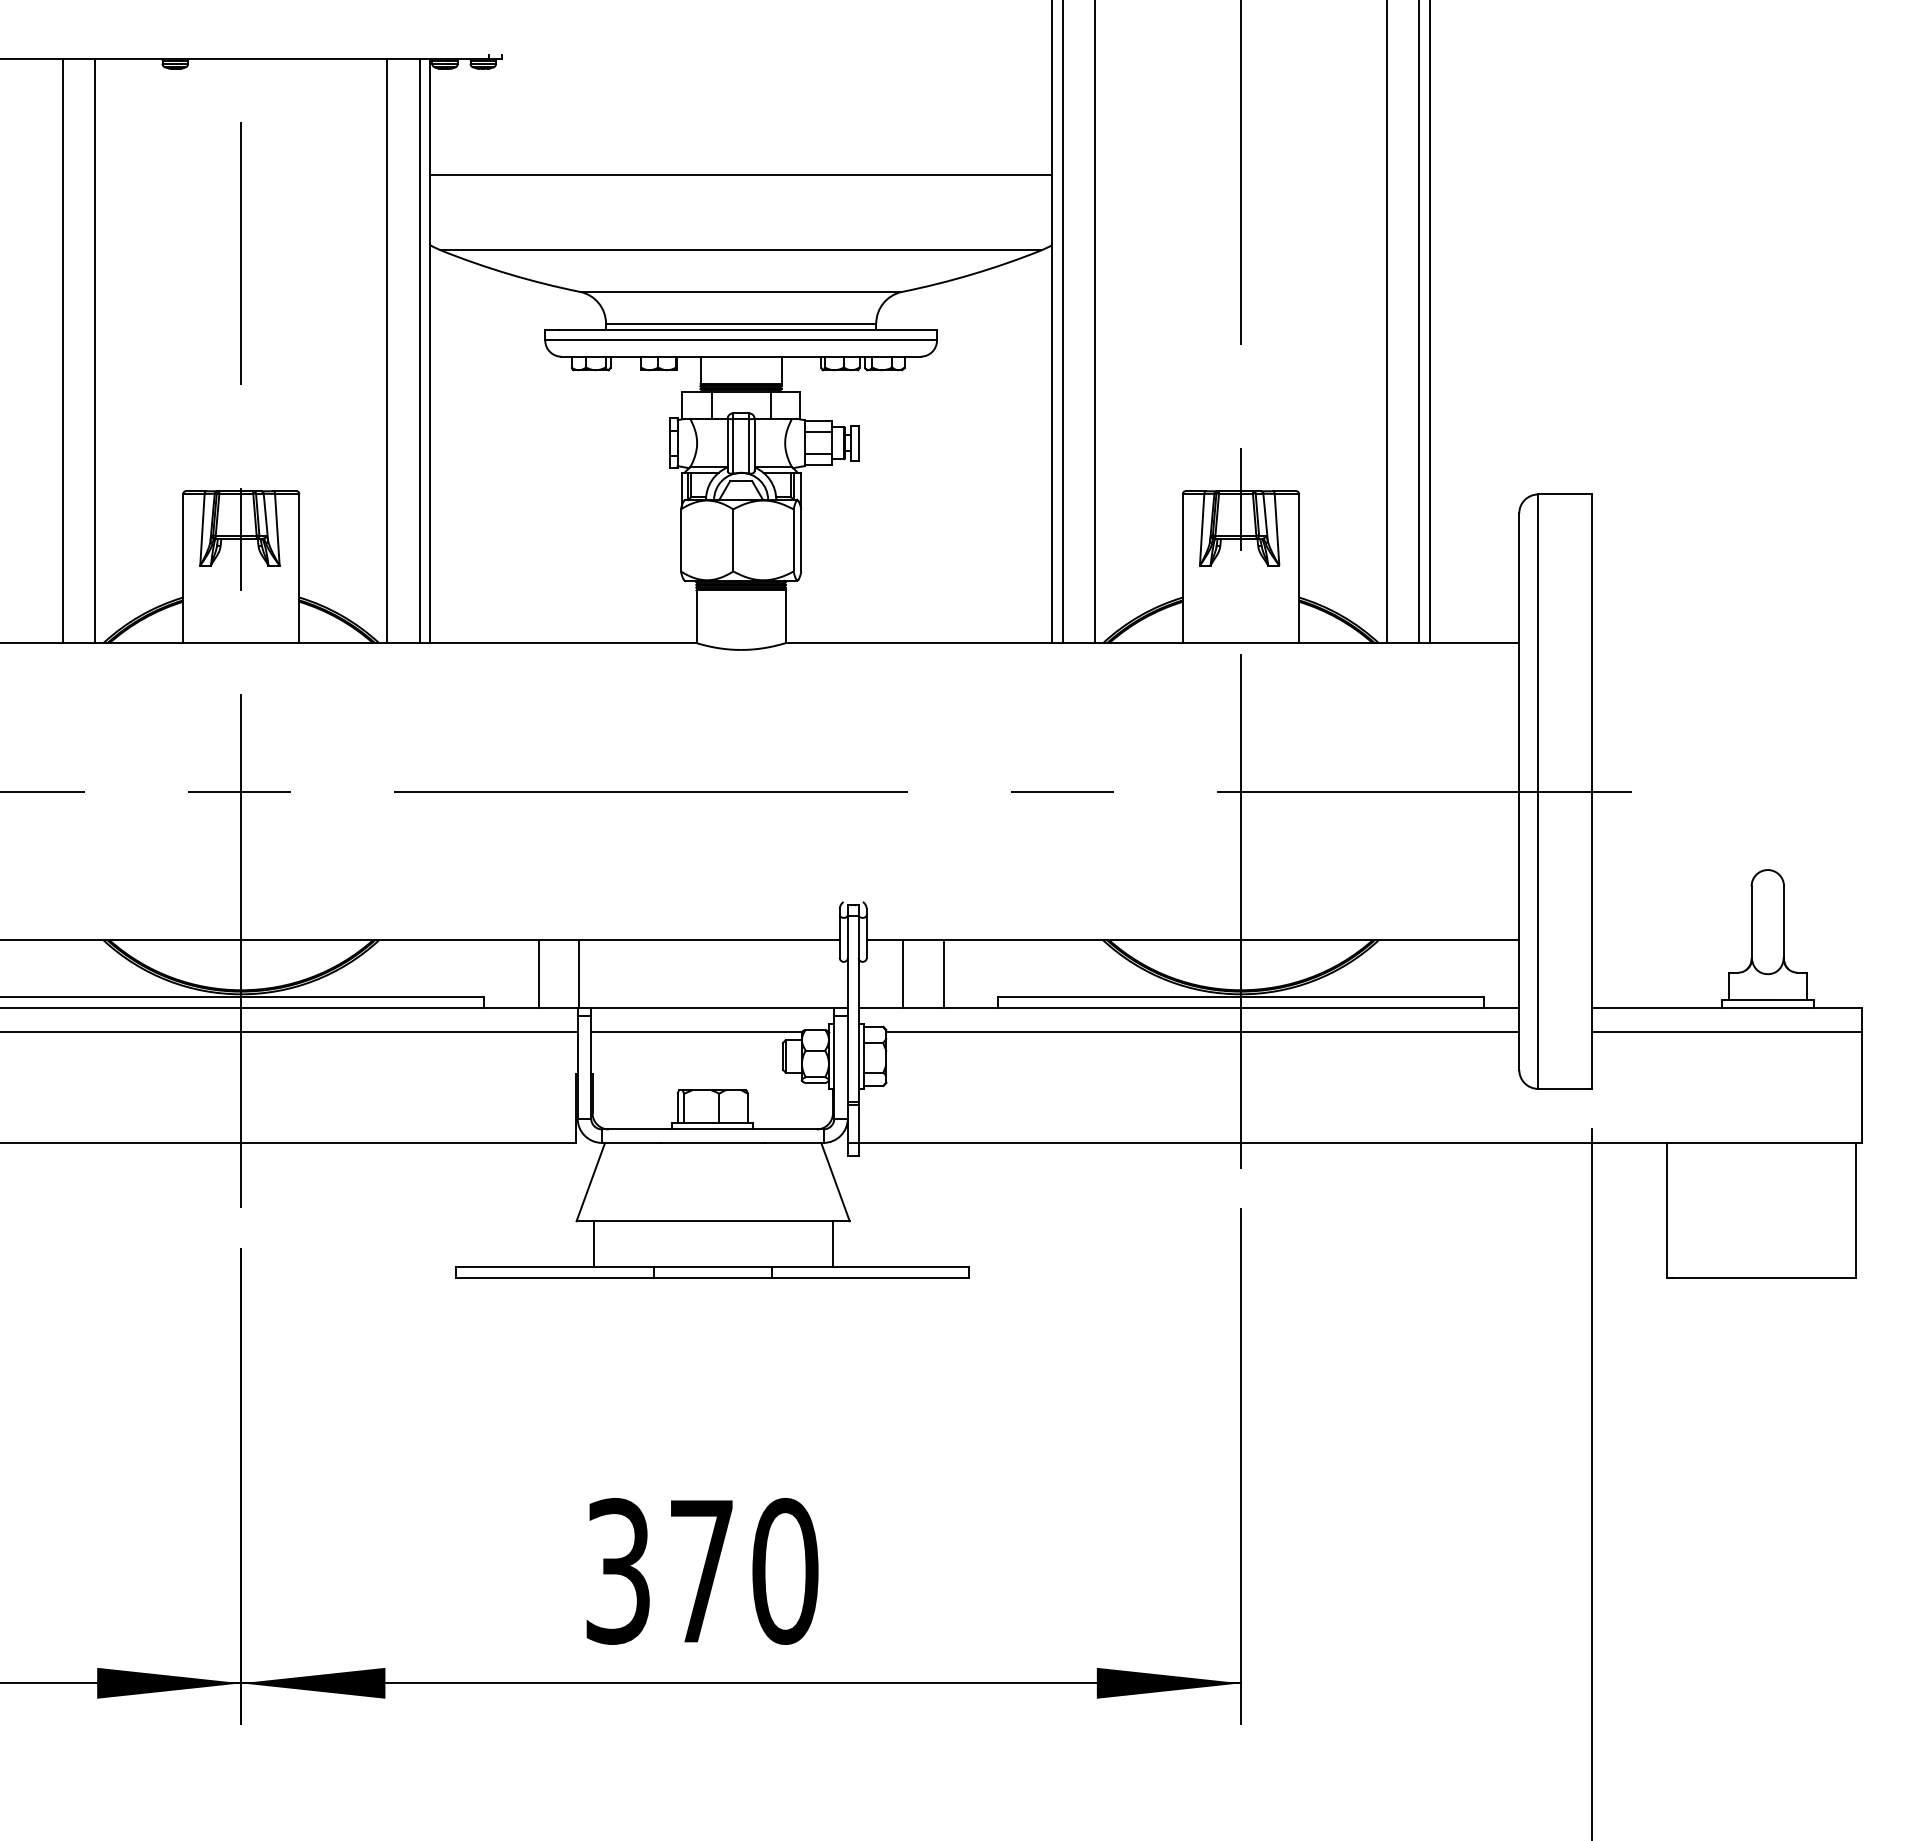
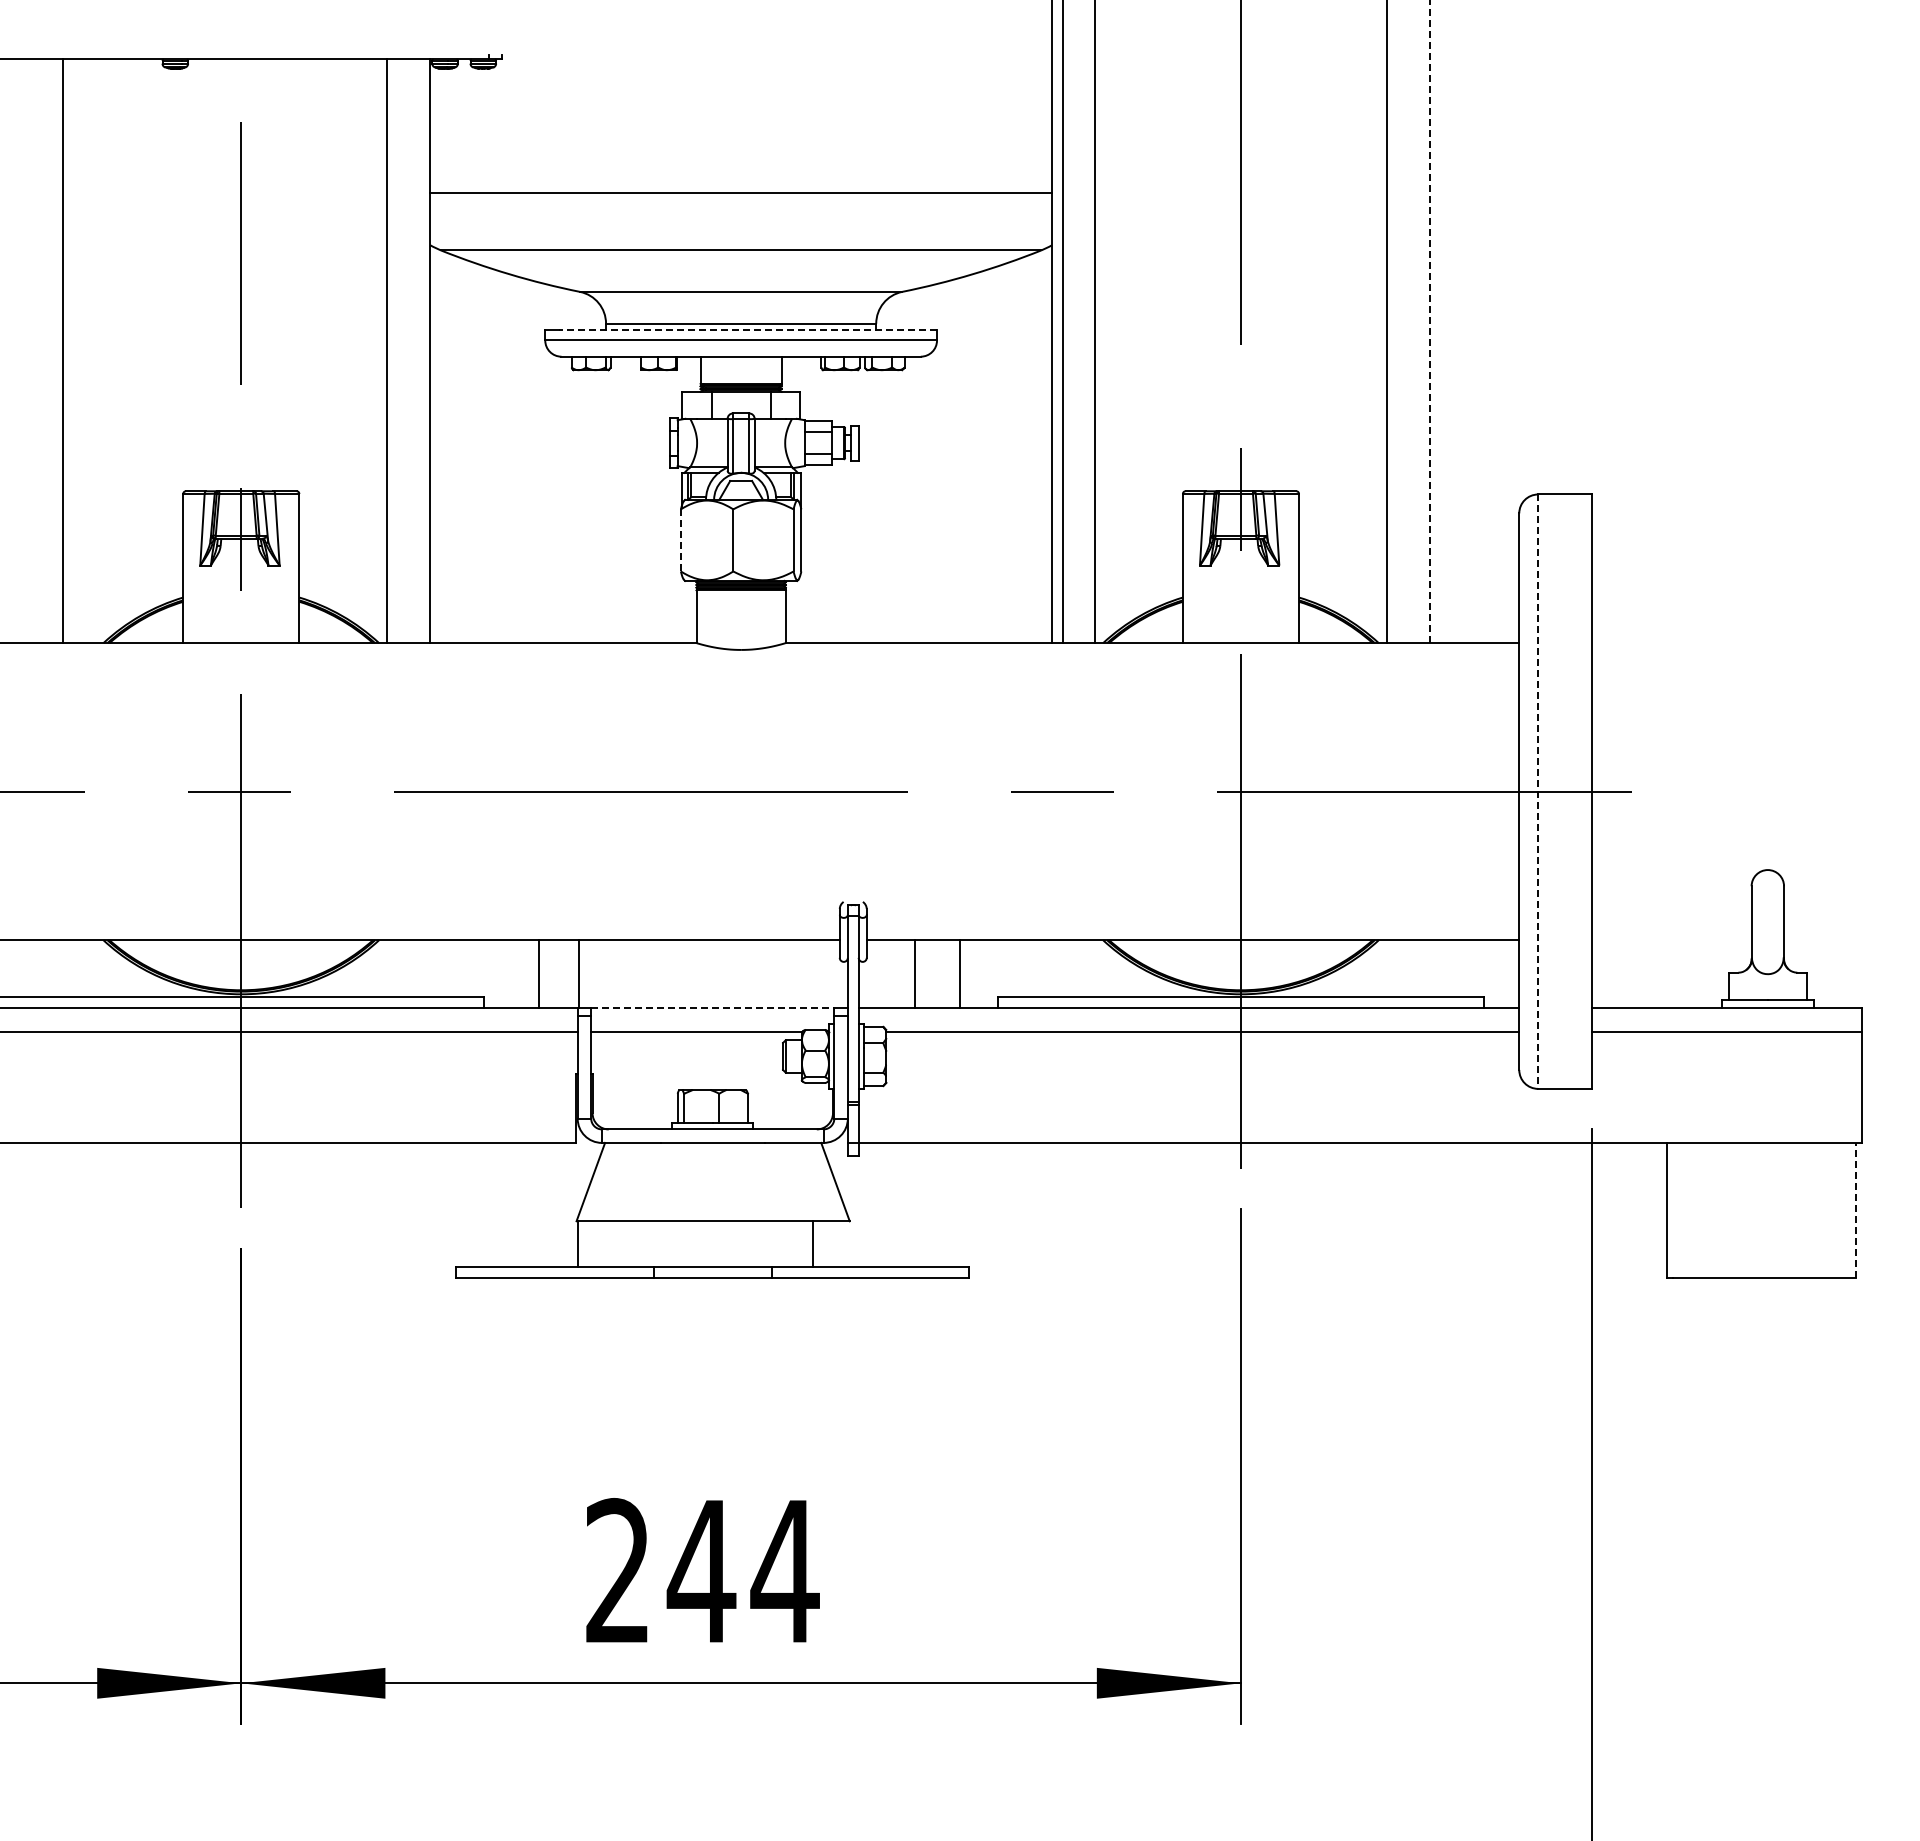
line at (740, 175) position: (740, 175) -> (740, 193)
line at (1430, 321): solid -> dashed
line at (1419, 322): present -> none
line at (748, 329): solid -> dashed
line at (95, 351): present -> none
line at (419, 351): present -> none
line at (680, 540): solid -> dashed
line at (1538, 792): solid -> dashed
line at (903, 973) position: (903, 973) -> (915, 973)
line at (943, 973) position: (943, 973) -> (959, 973)
line at (712, 1007): solid -> dashed
line at (1855, 1210): solid -> dashed
line at (594, 1244) position: (594, 1244) -> (578, 1244)
line at (832, 1244) position: (832, 1244) -> (812, 1244)
text at (702, 1571): 370 -> 244
